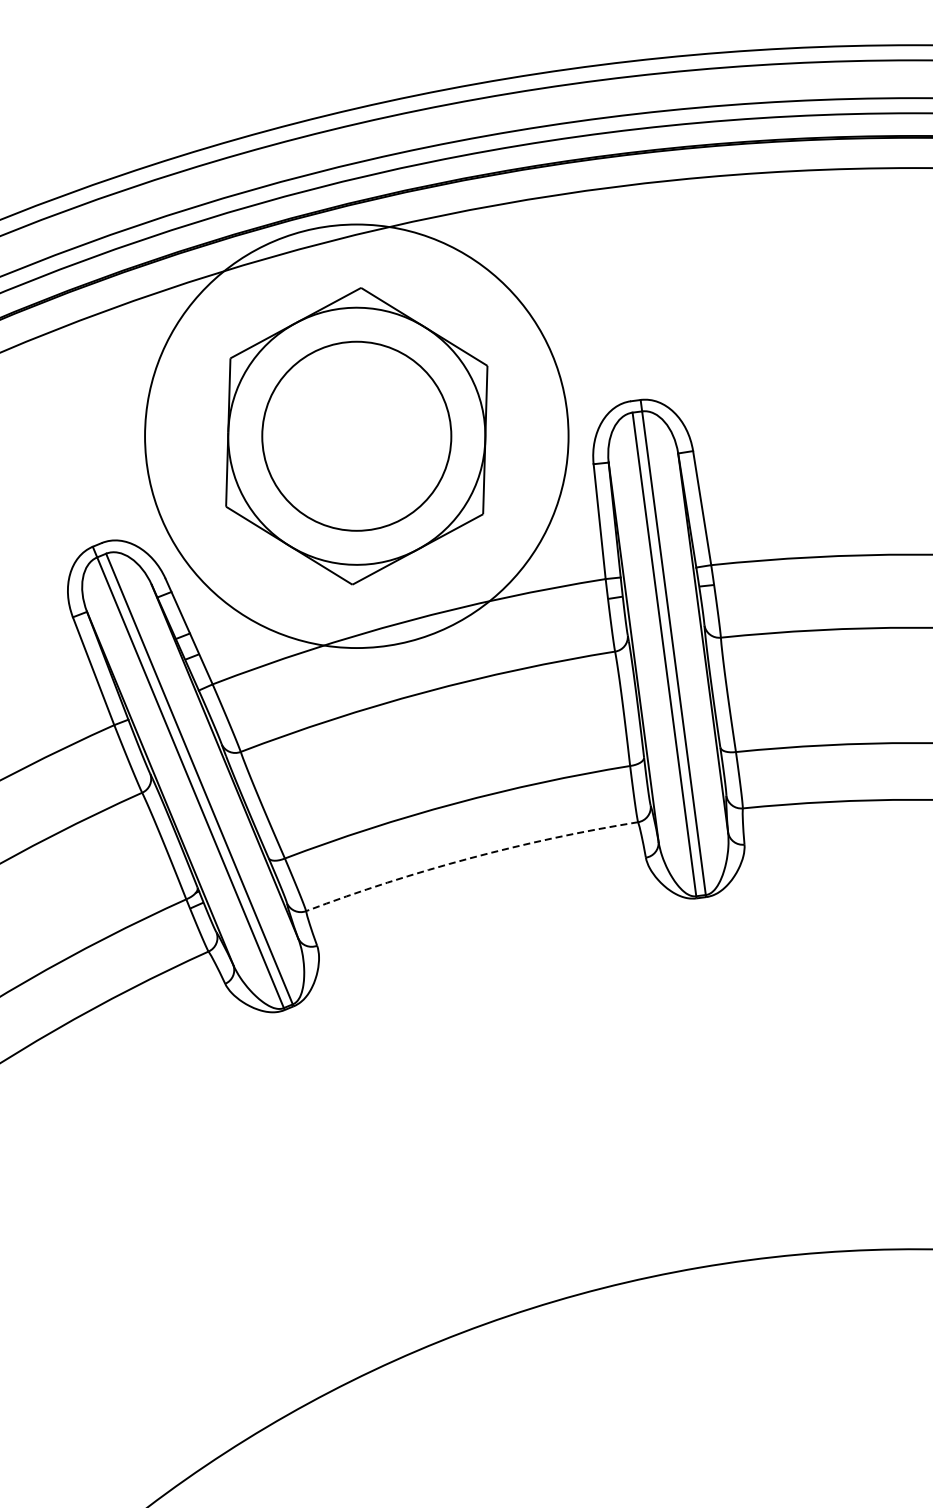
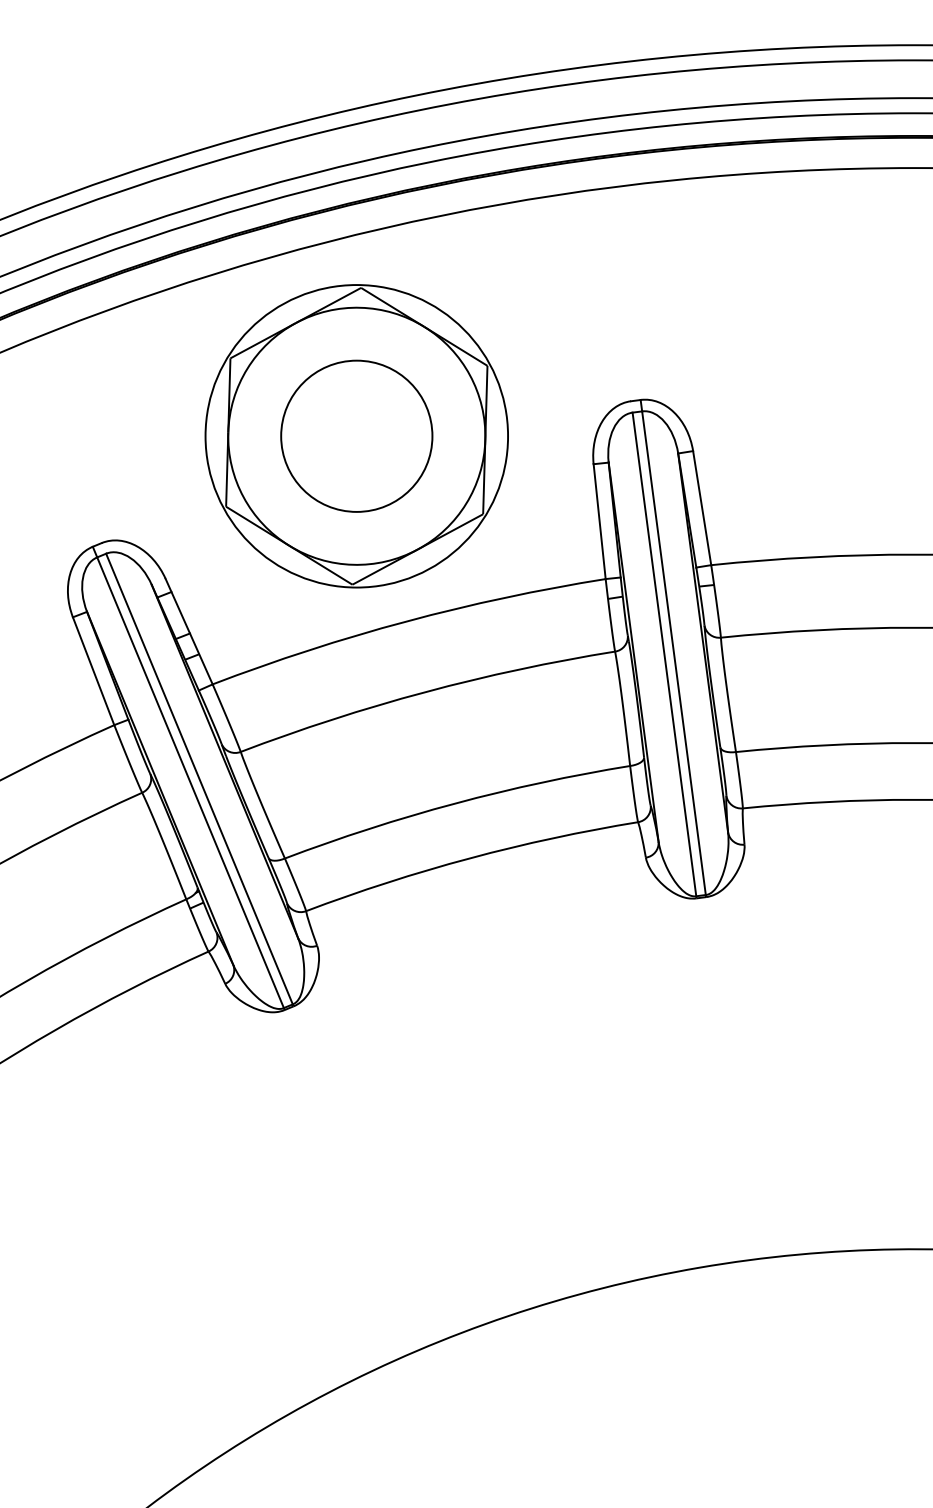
circle at (356, 435) diameter: 189 px -> 151 px
circle at (356, 436) diameter: 424 px -> 303 px
arc at (469, 858): dashed -> solid
